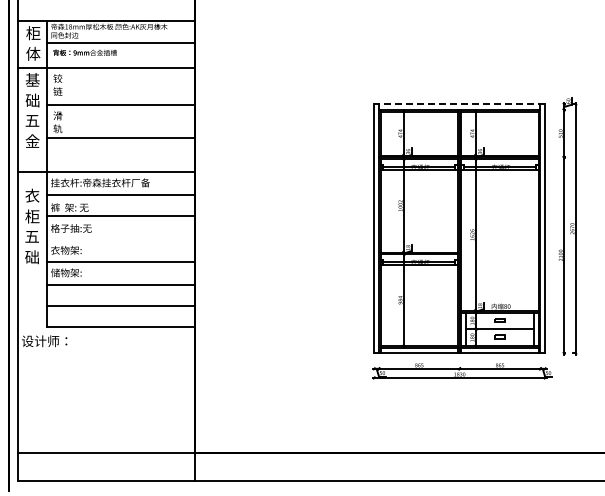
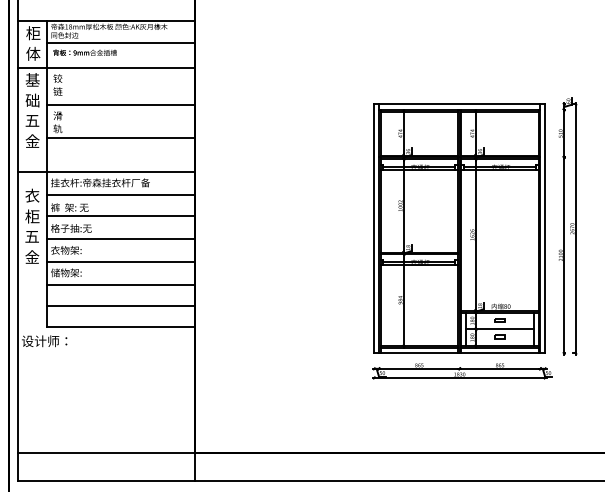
line at (459, 104): dashed -> solid
line at (121, 238): none -> present
text at (32, 257): 础 -> 金
